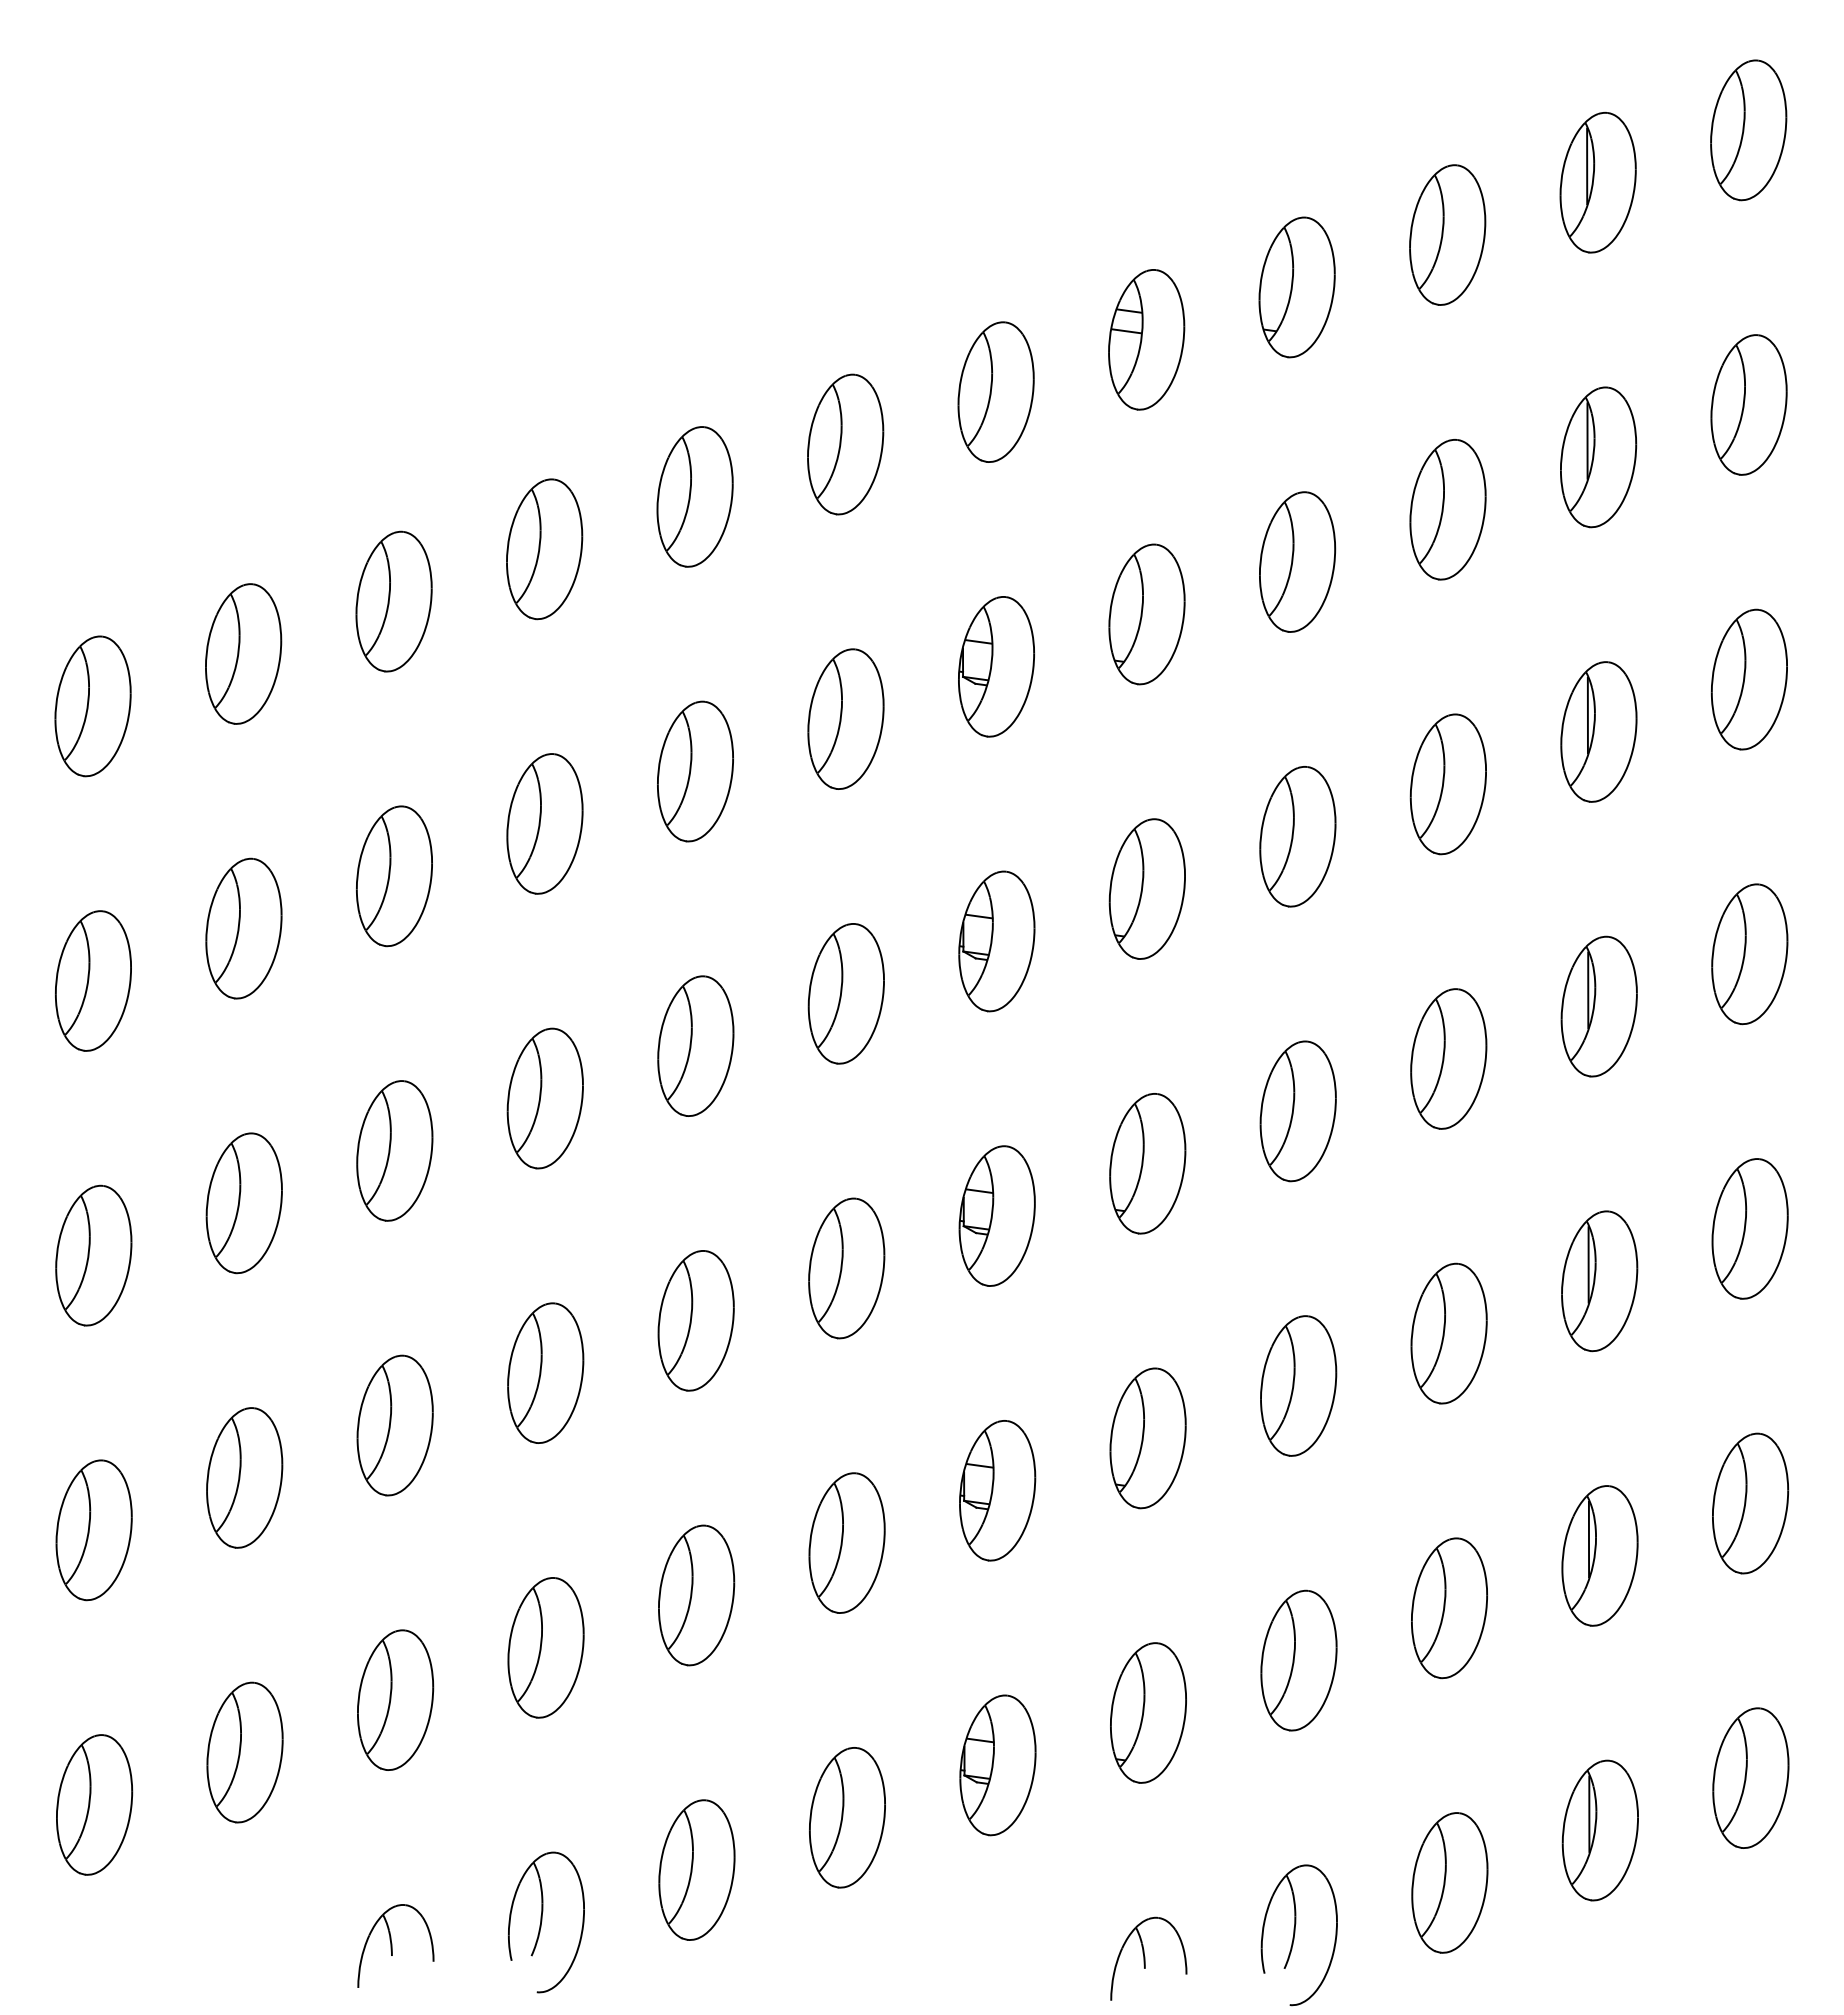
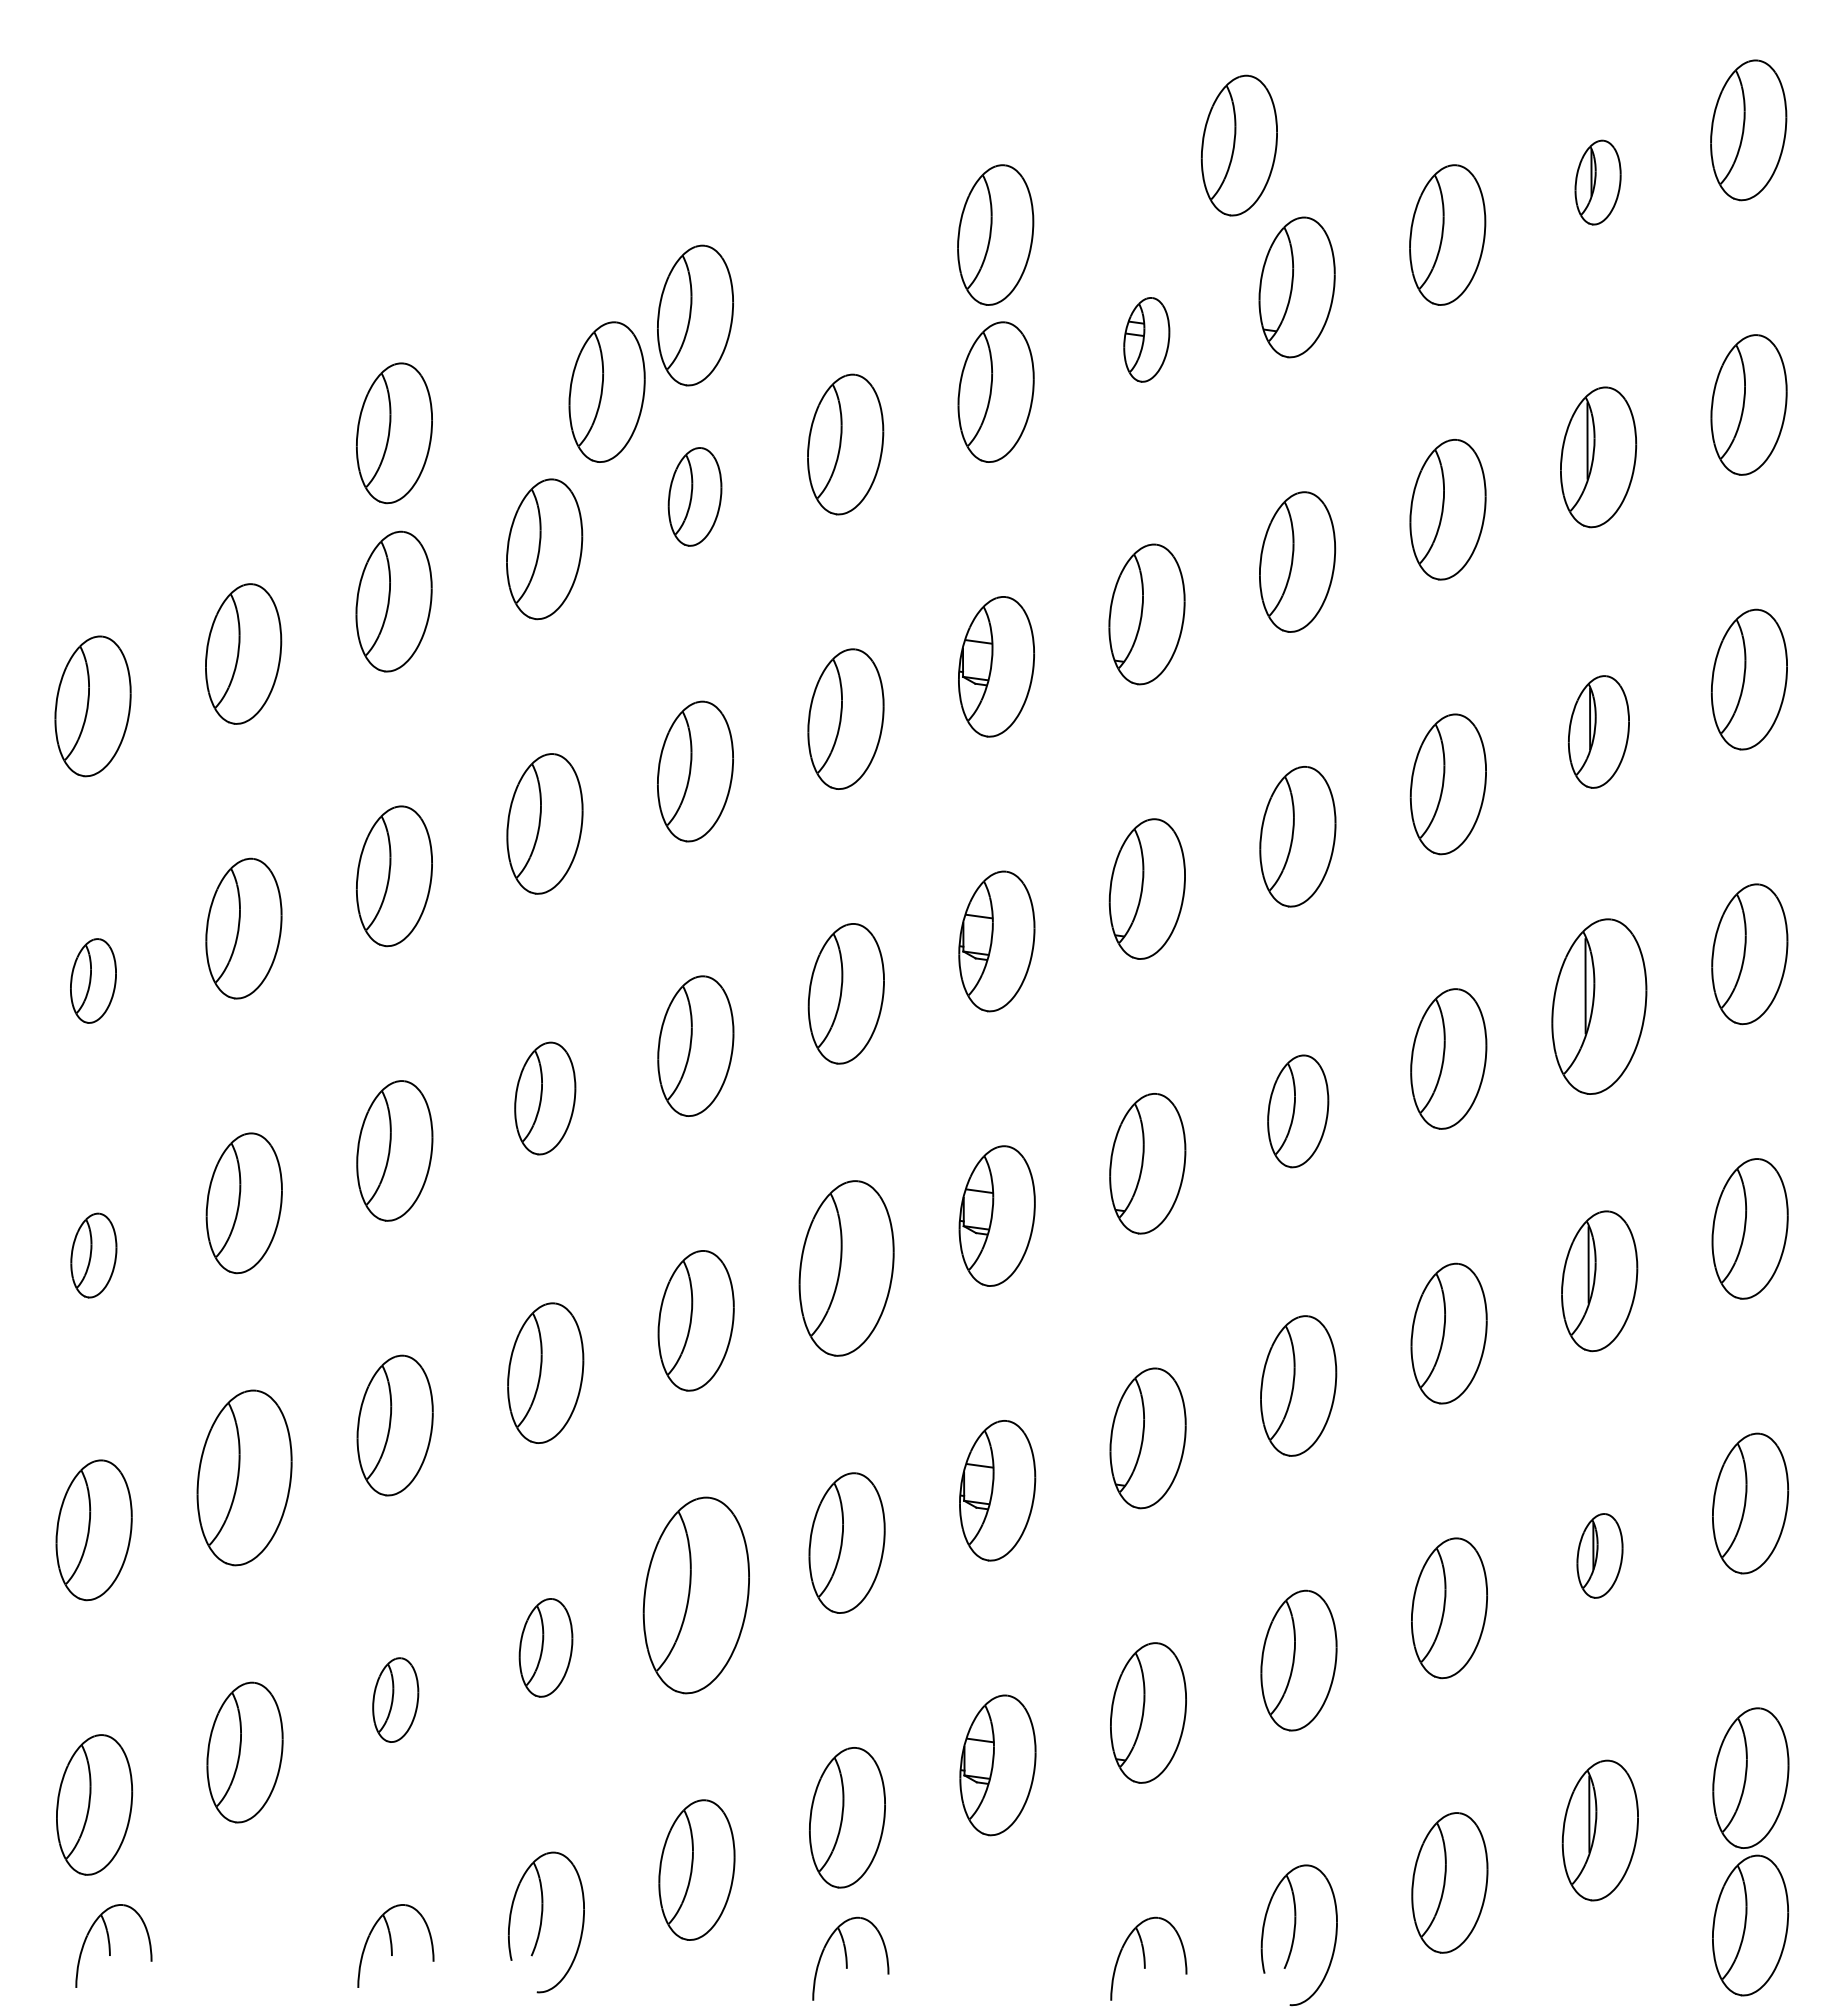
part at (1238, 145): none -> present
part at (1597, 182) size: 78x143 px -> 48x87 px
part at (995, 234): none -> present
part at (695, 315): none -> present
part at (1146, 339) size: 78x142 px -> 48x86 px
part at (606, 391): none -> present
part at (394, 433): none -> present
part at (694, 496) size: 78x142 px -> 56x100 px
part at (1598, 731) size: 78x142 px -> 62x114 px
part at (93, 980) size: 77x142 px -> 47x86 px
part at (1598, 1006) size: 78x143 px -> 97x177 px
part at (544, 1098) size: 78x143 px -> 63x115 px
part at (1297, 1111) size: 78x143 px -> 63x115 px
part at (93, 1255) size: 78x143 px -> 48x87 px
part at (846, 1268) size: 78x143 px -> 97x177 px
part at (244, 1477) size: 78x142 px -> 97x178 px
part at (1599, 1555) size: 78x142 px -> 48x86 px
part at (696, 1595) size: 78x143 px -> 108x199 px
part at (545, 1647) size: 78x142 px -> 56x100 px
part at (395, 1699) size: 78x142 px -> 48x86 px
part at (1750, 1925): none -> present
part at (113, 1945): none -> present
part at (850, 1958): none -> present
